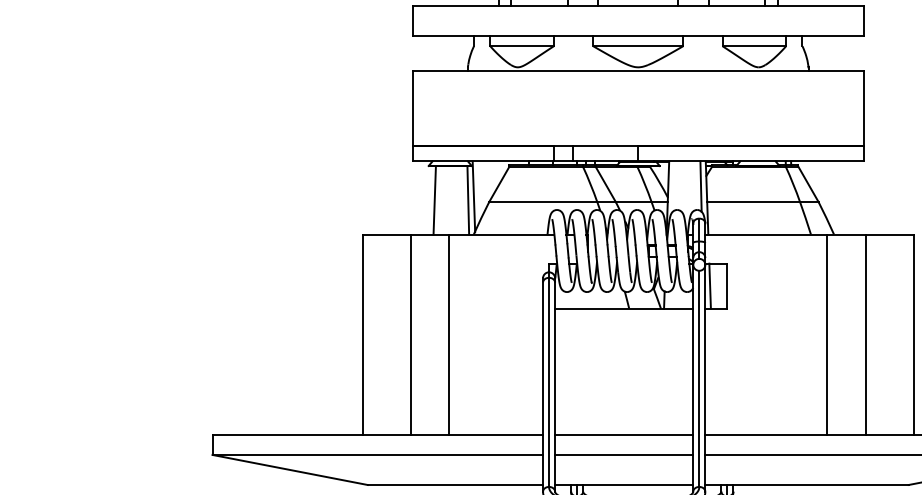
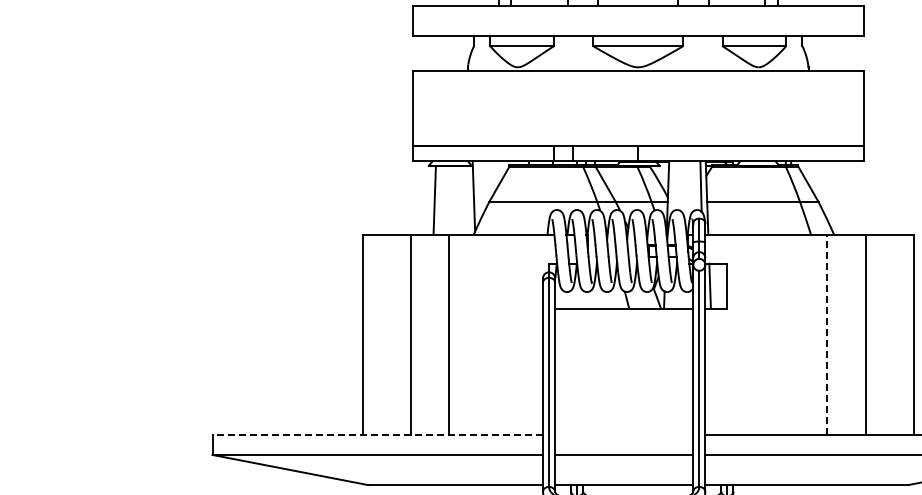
line at (468, 200): present -> none
line at (827, 334): solid -> dashed
line at (377, 434): solid -> dashed
line at (624, 434): present -> none
